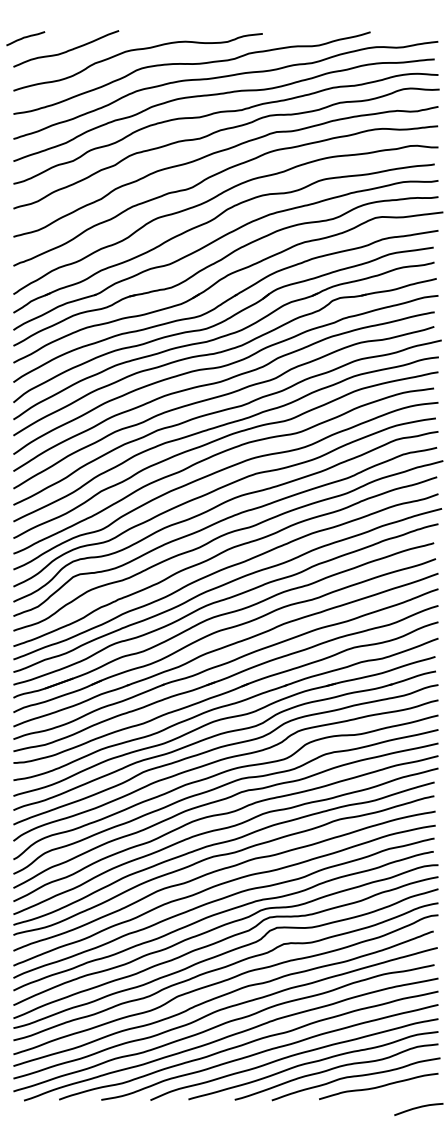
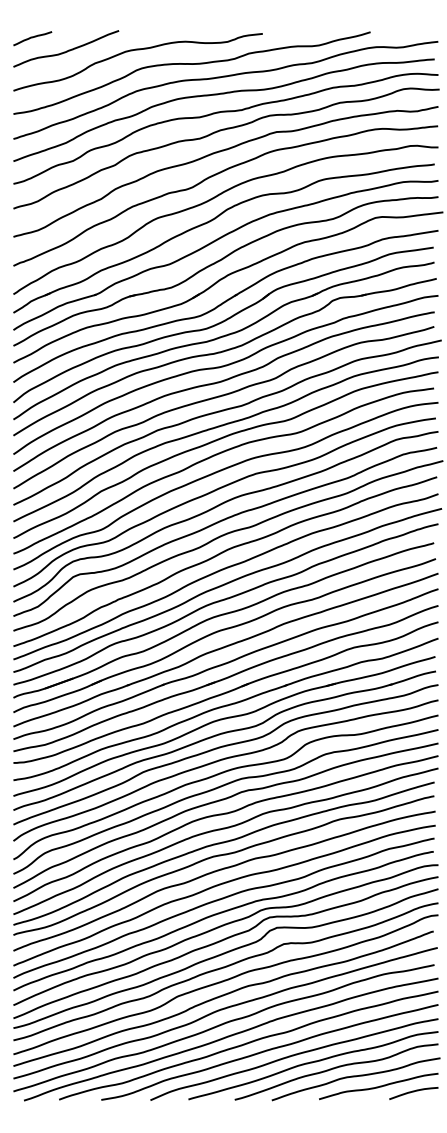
curve at (25, 38) position: (25, 38) -> (32, 38)
curve at (418, 1108) position: (418, 1108) -> (413, 1092)
